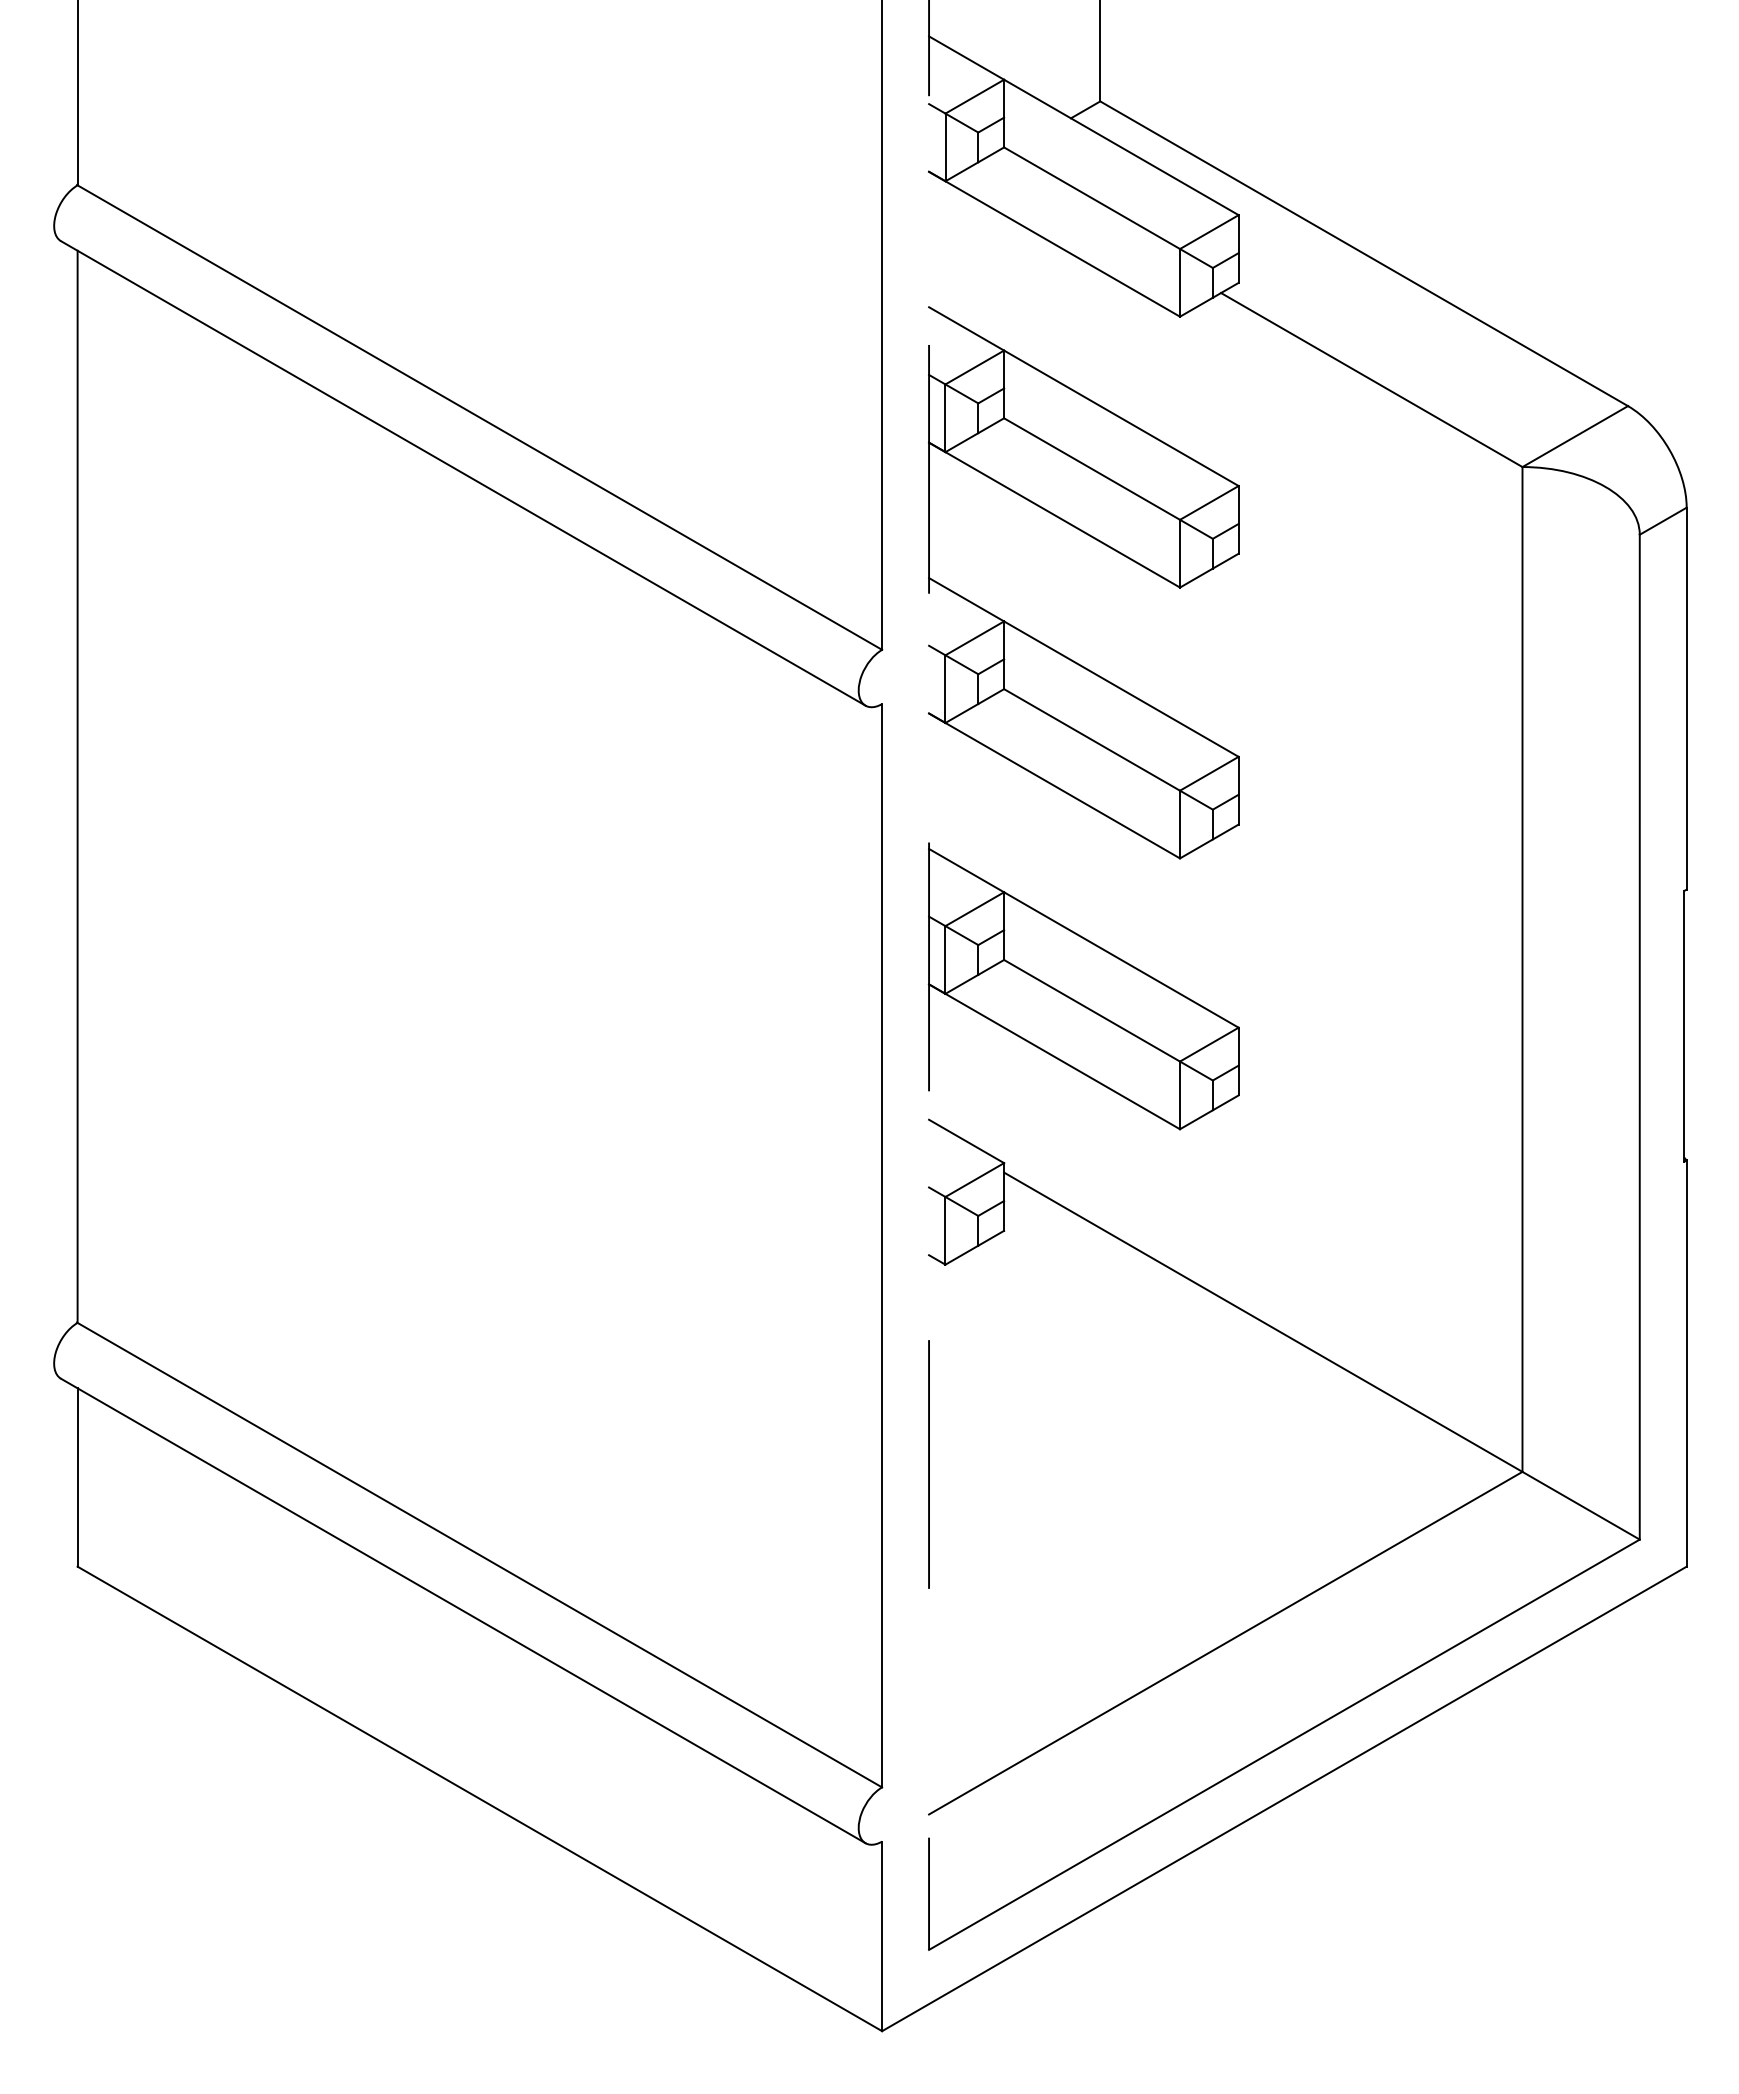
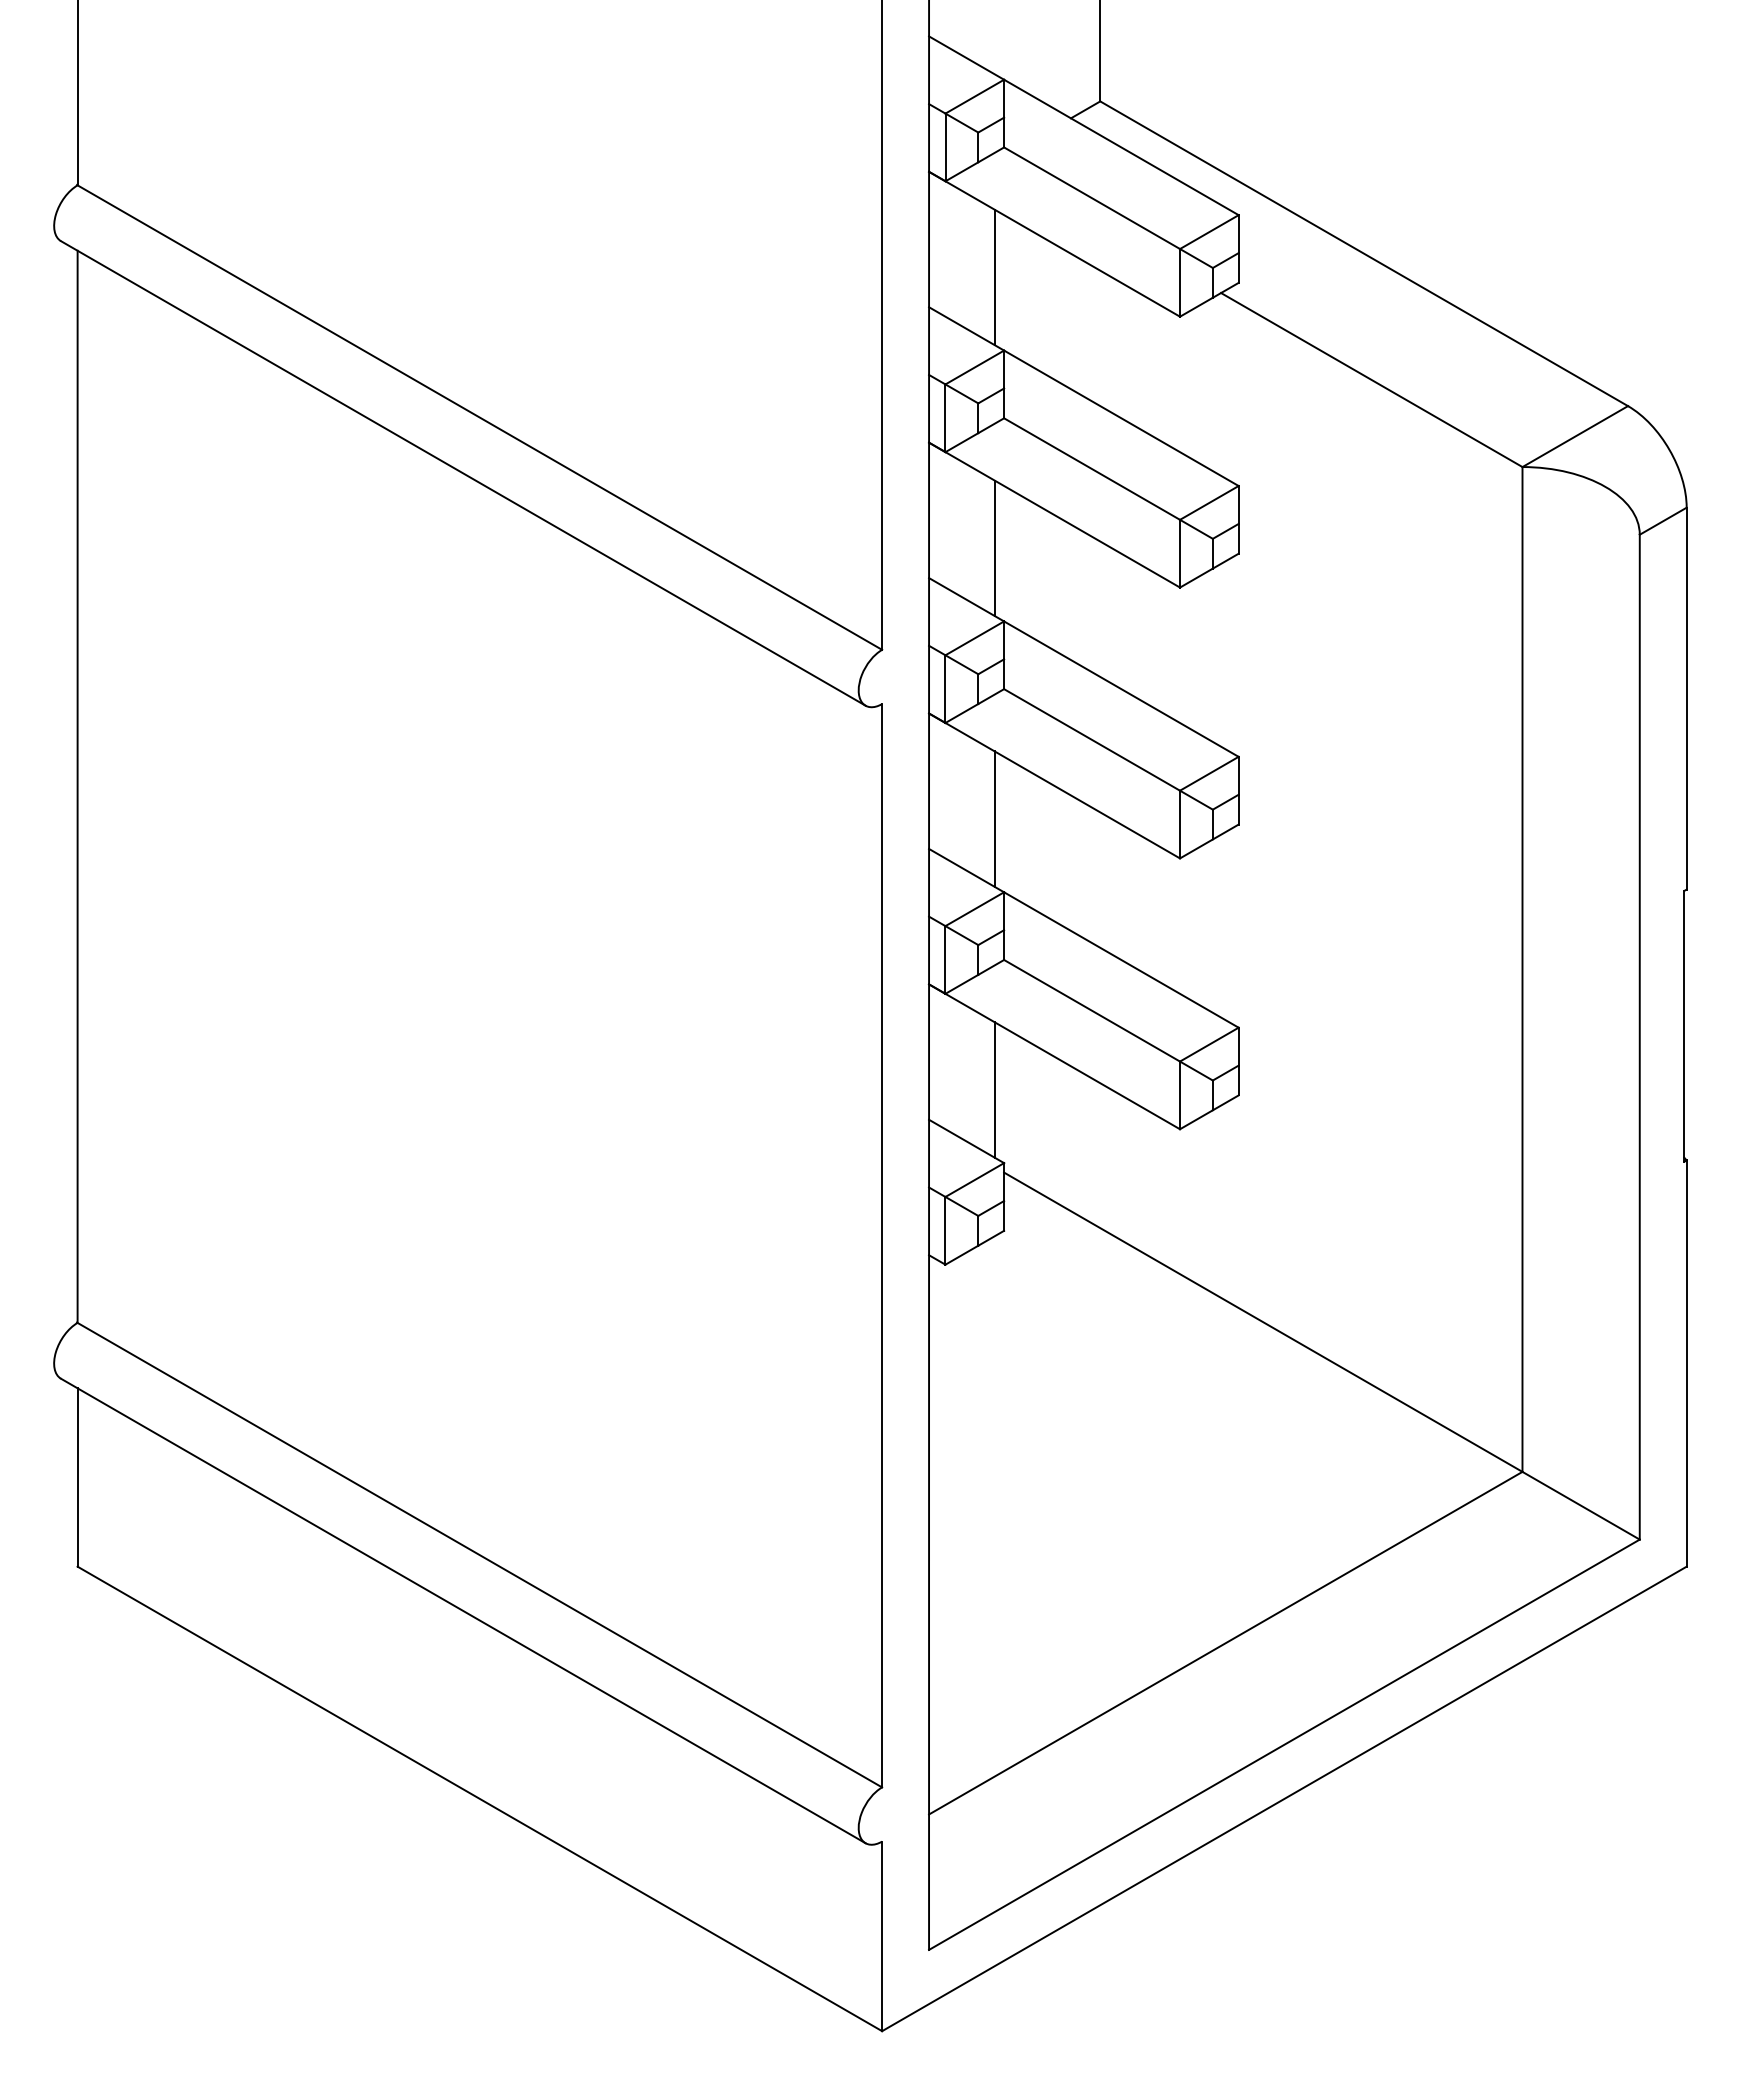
line at (994, 277): none -> present
line at (994, 548): none -> present
line at (994, 818): none -> present
line at (929, 975): dashed -> solid
line at (994, 1089): none -> present
